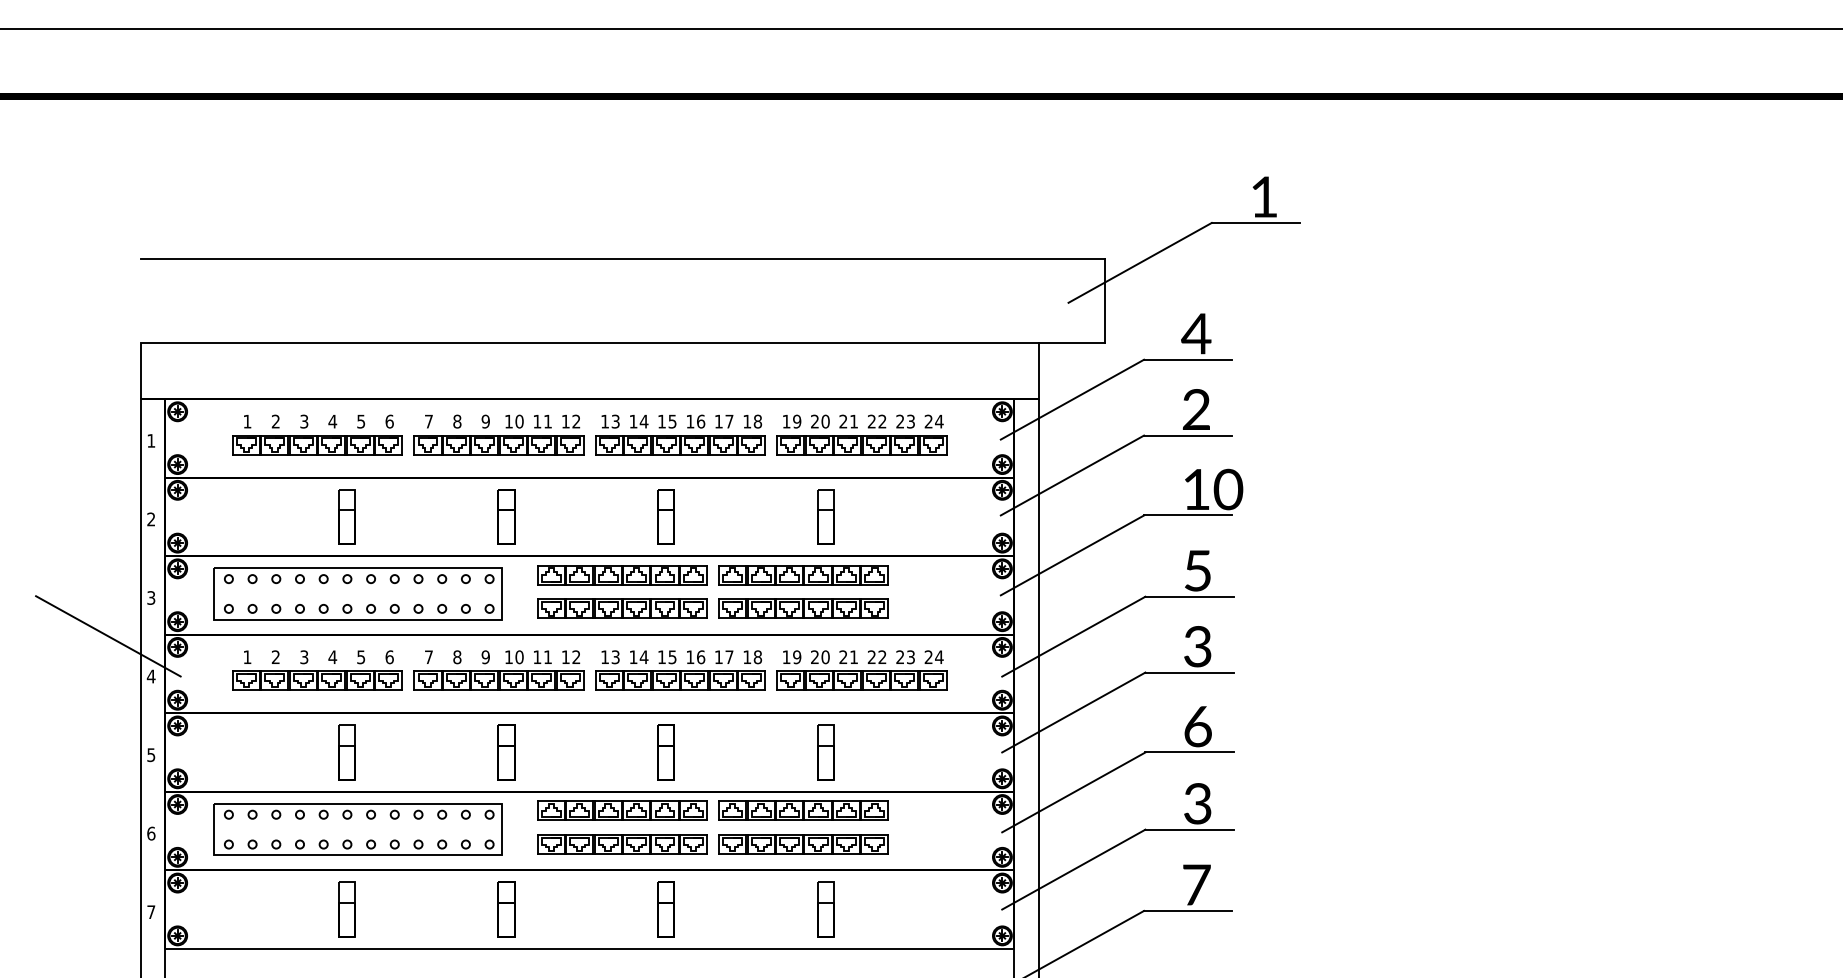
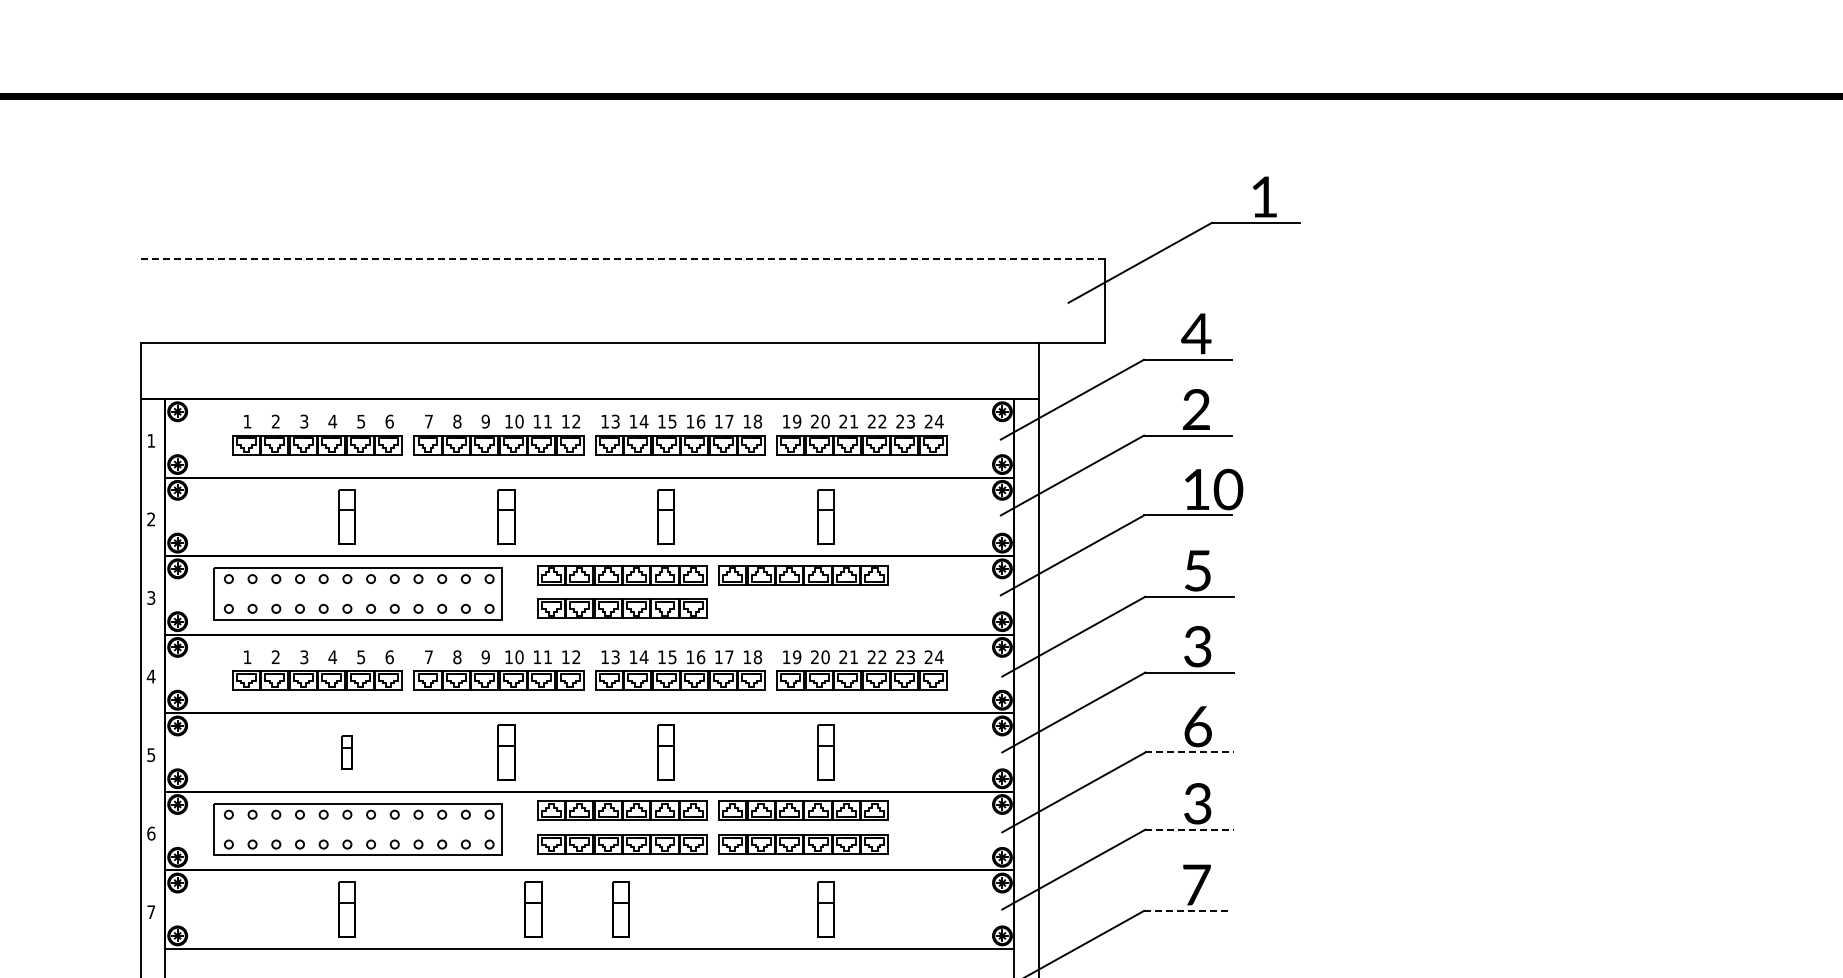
line at (920, 29): present -> none
line at (622, 259): solid -> dashed
part at (803, 608): present -> none
line at (108, 636): present -> none
part at (346, 752) size: 18x57 px -> 12x35 px
line at (1190, 752): solid -> dashed
line at (1190, 829): solid -> dashed
part at (506, 909) position: (506, 909) -> (533, 909)
part at (665, 909) position: (665, 909) -> (620, 909)
line at (1188, 910): solid -> dashed
